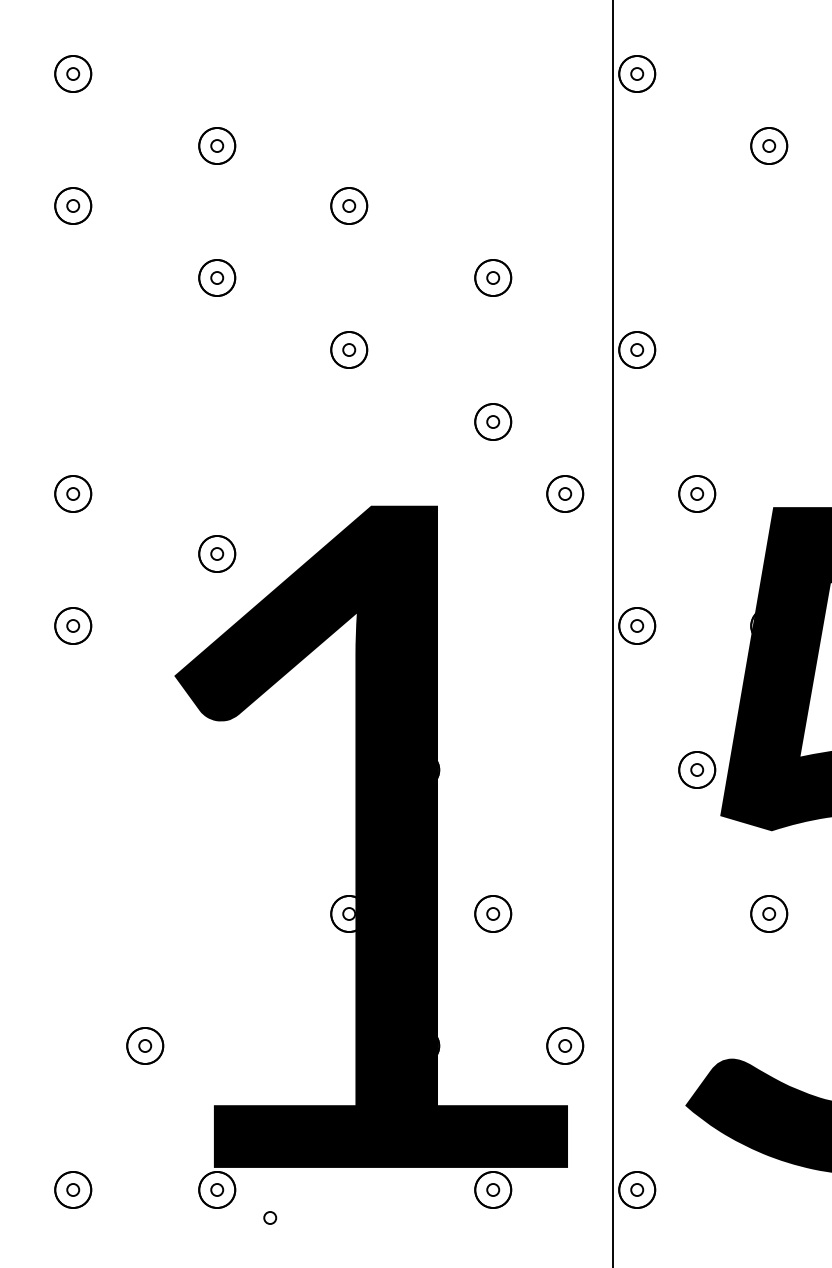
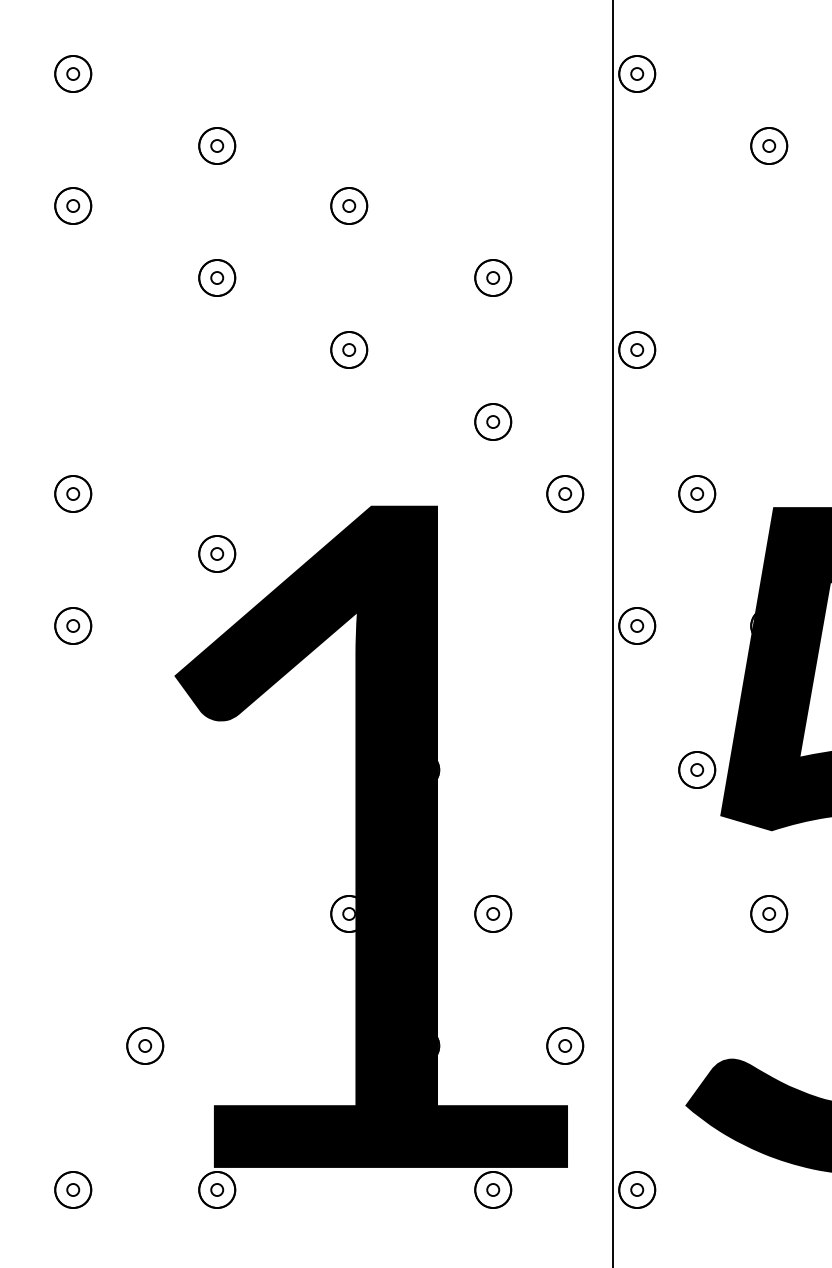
part at (270, 1217): present -> none
